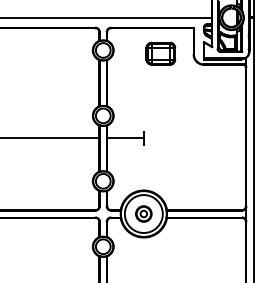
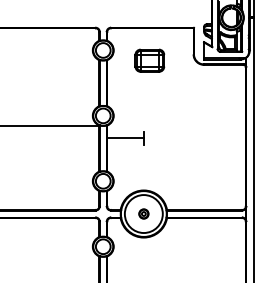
line at (107, 17): present -> none
part at (160, 53) position: (160, 53) -> (149, 60)
line at (50, 138) position: (50, 138) -> (50, 126)
part at (143, 213) size: 18x18 px -> 12x12 px
